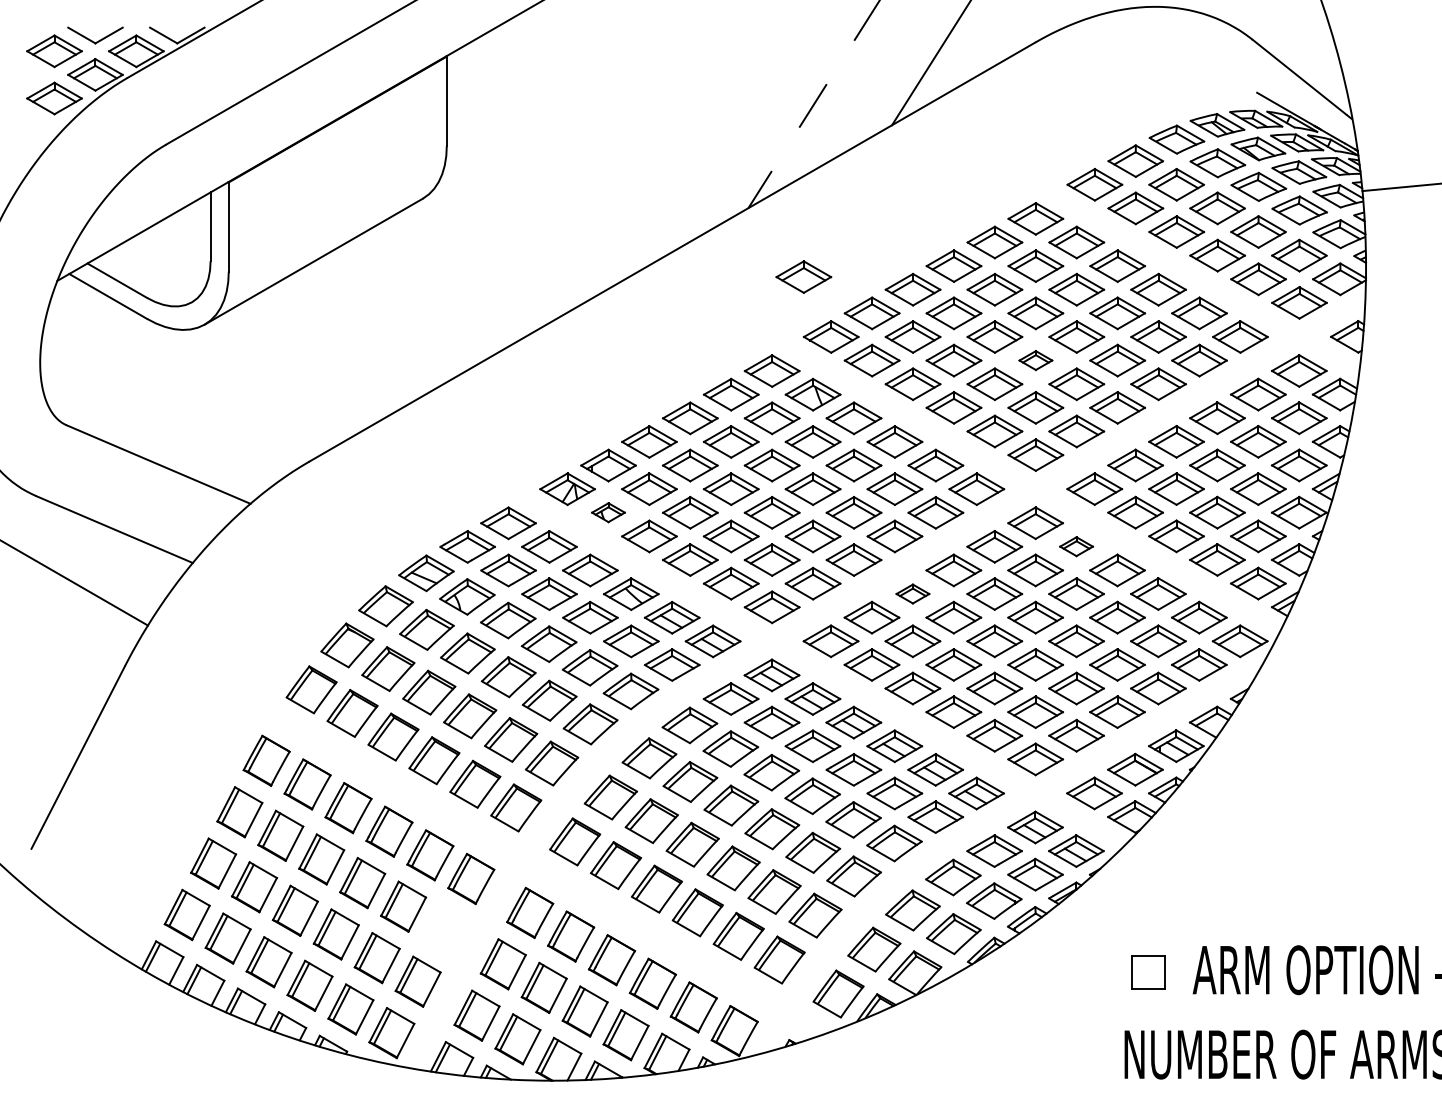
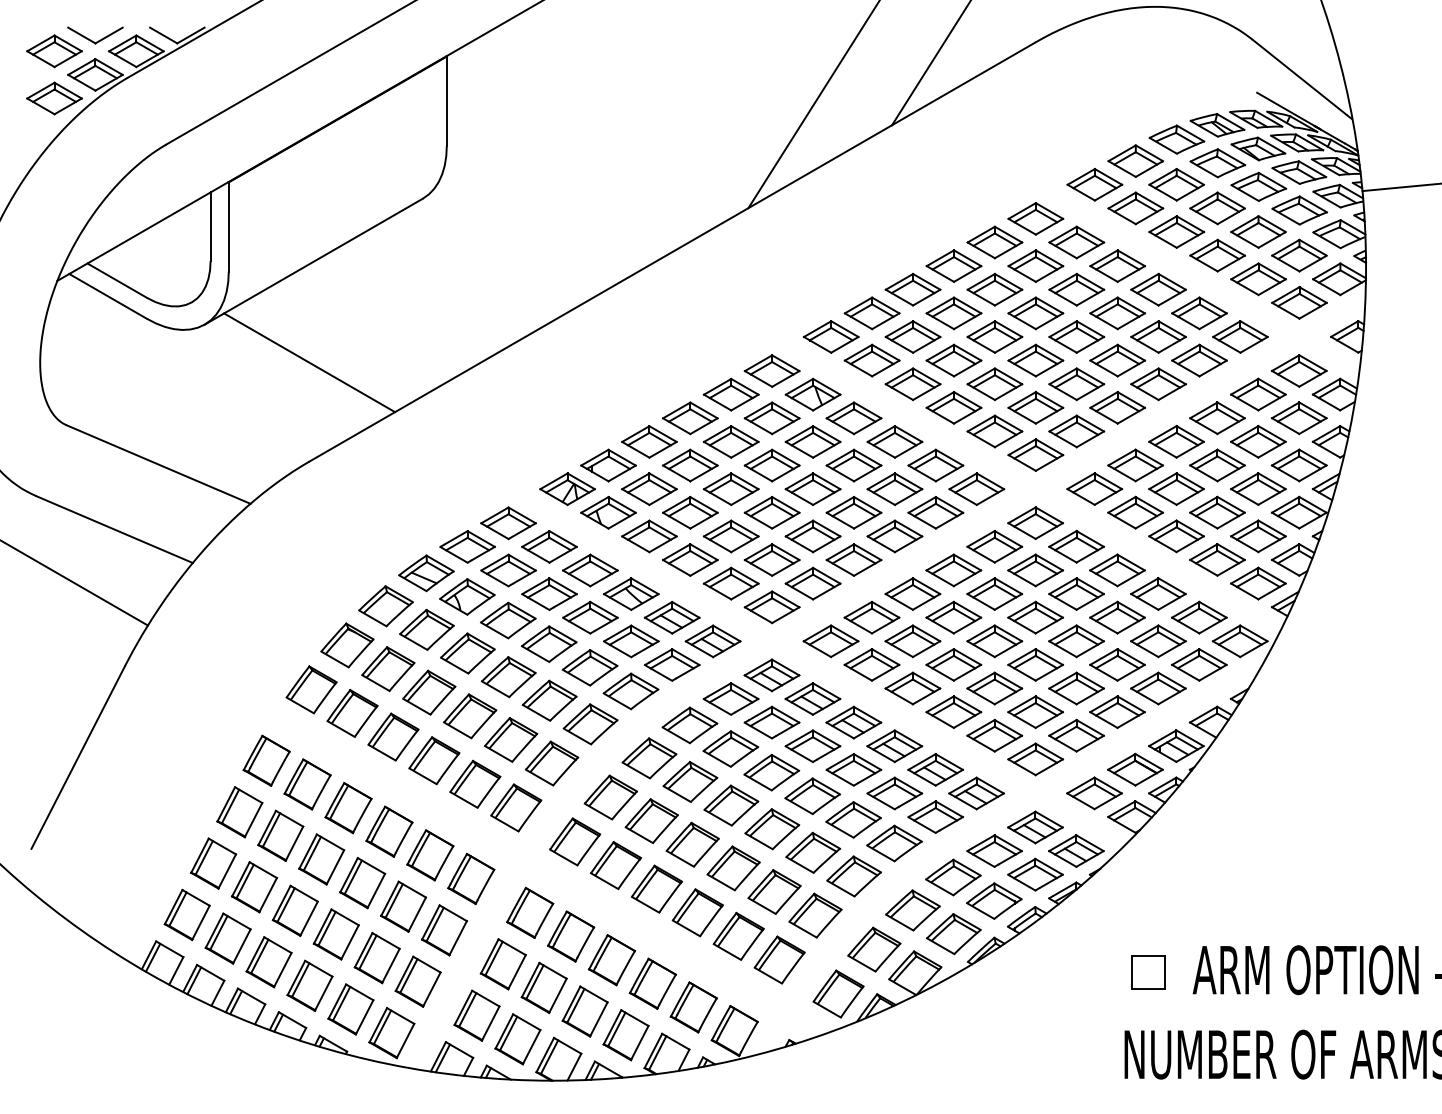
line at (814, 104): dashed -> solid
part at (803, 276): present -> none
part at (1035, 360) size: 36x22 px -> 58x35 px
line at (309, 362): none -> present
part at (608, 512) size: 35x22 px -> 57x35 px
part at (1076, 546) size: 35x22 px -> 57x35 px
part at (912, 593) size: 36x22 px -> 58x34 px
part at (444, 930): none -> present
